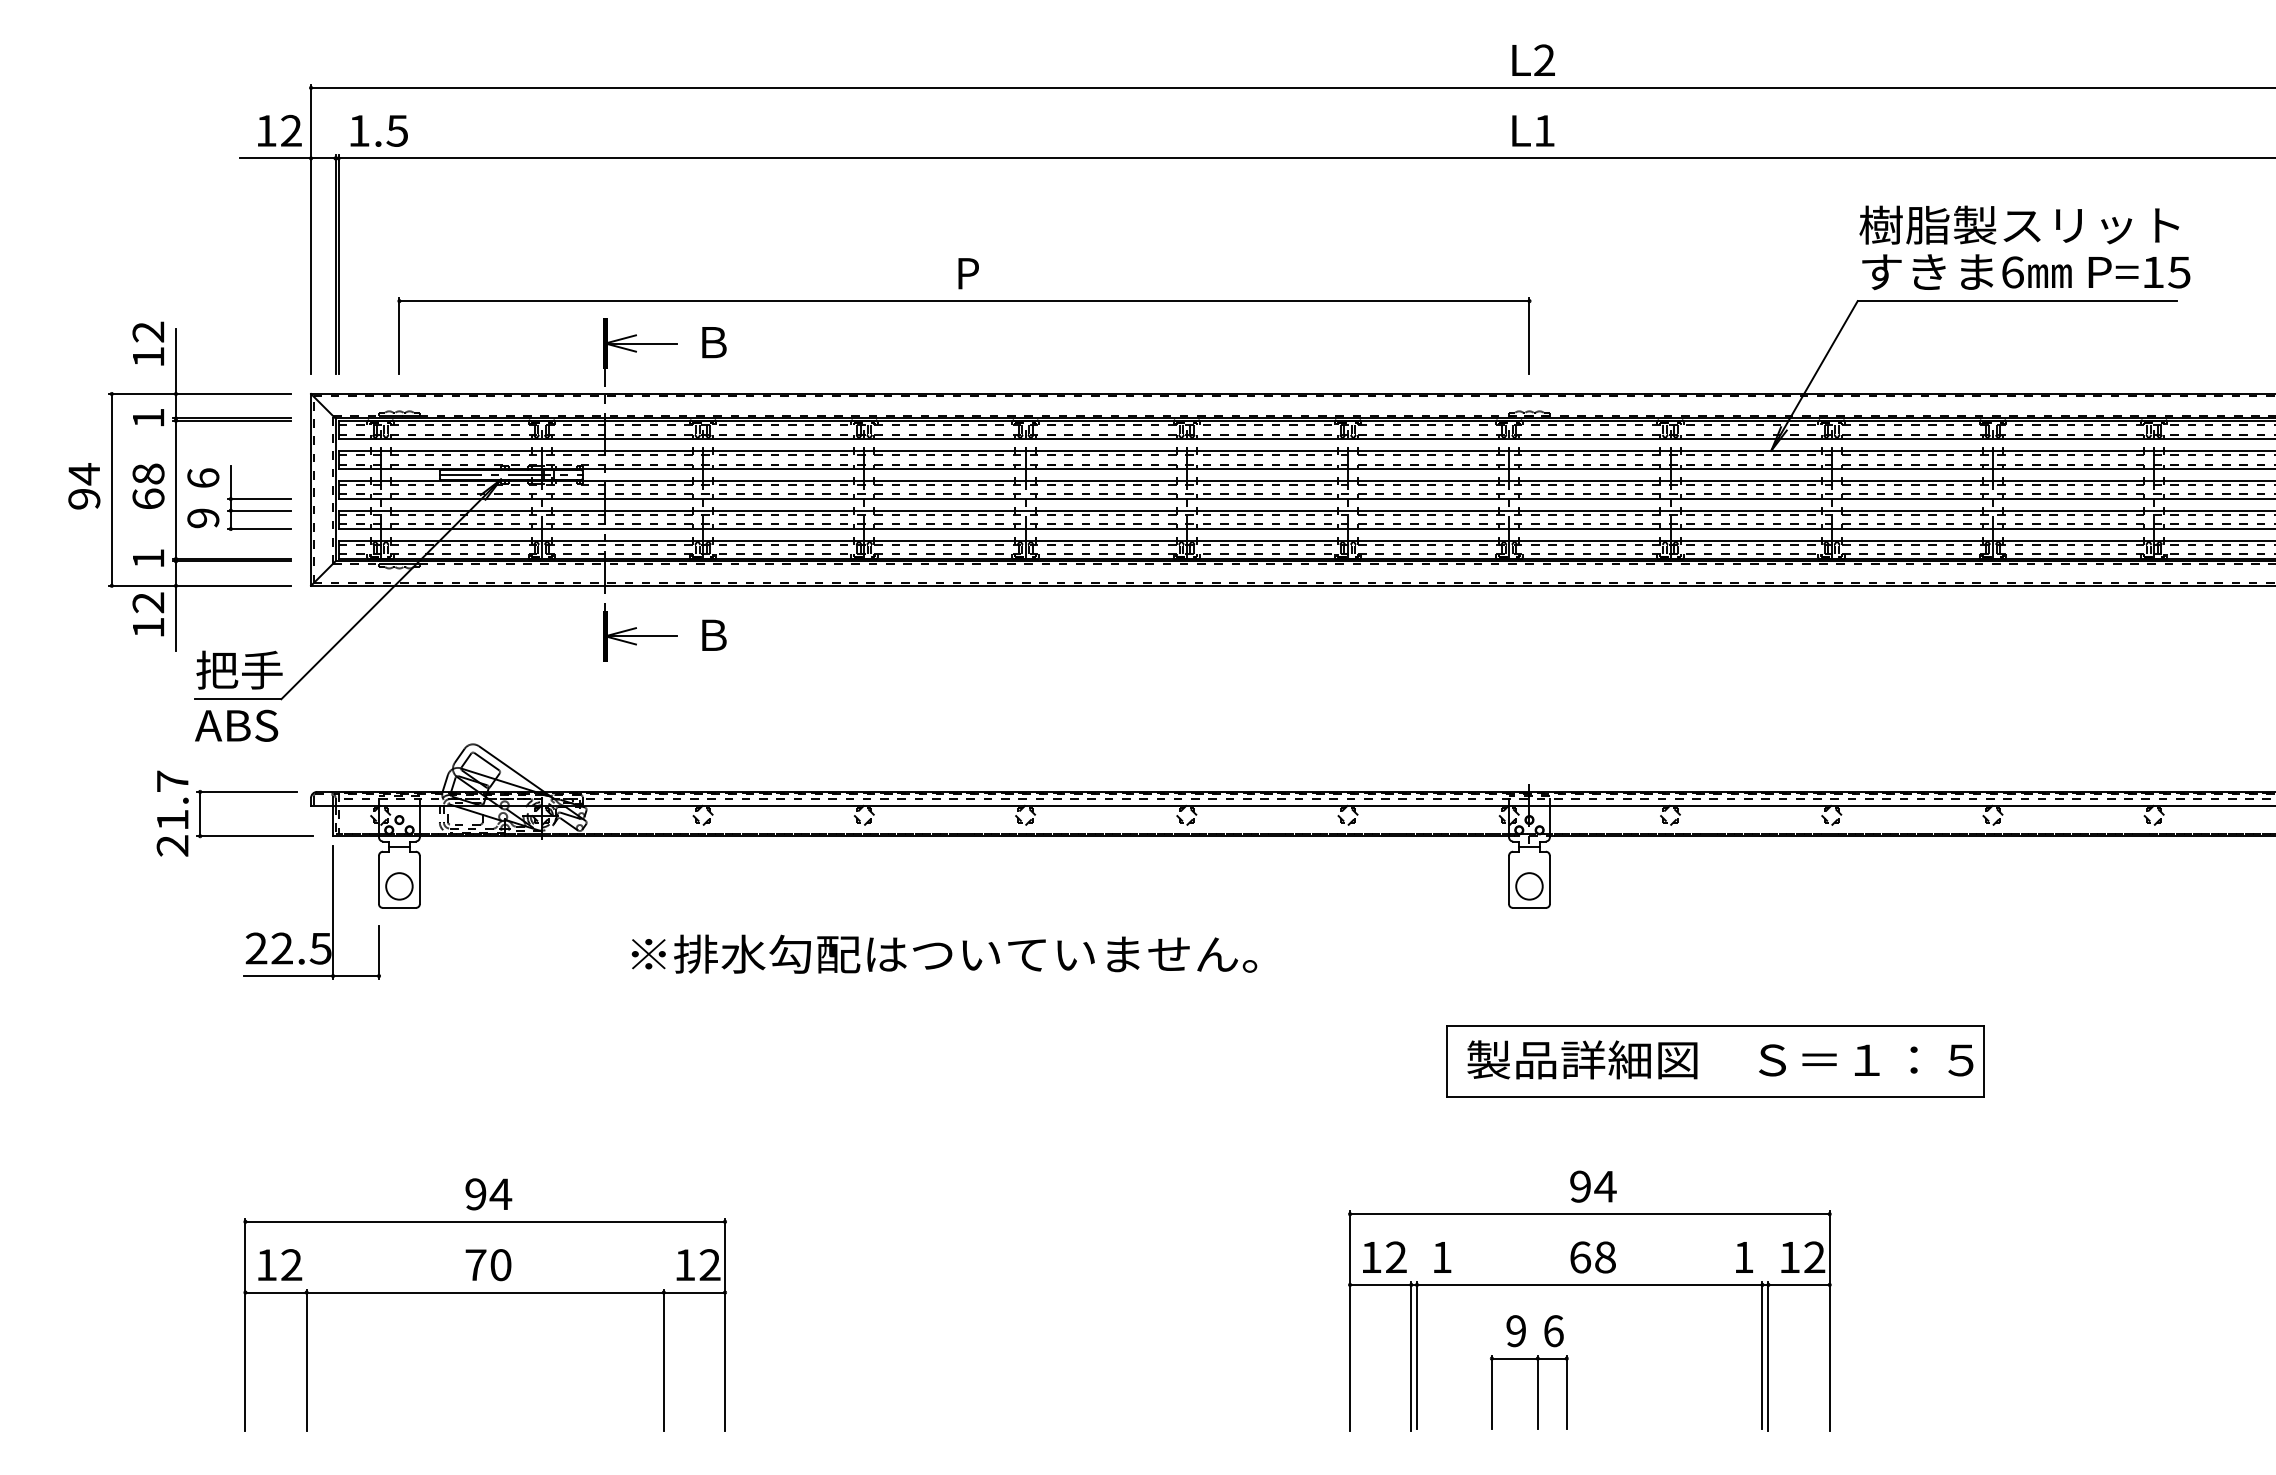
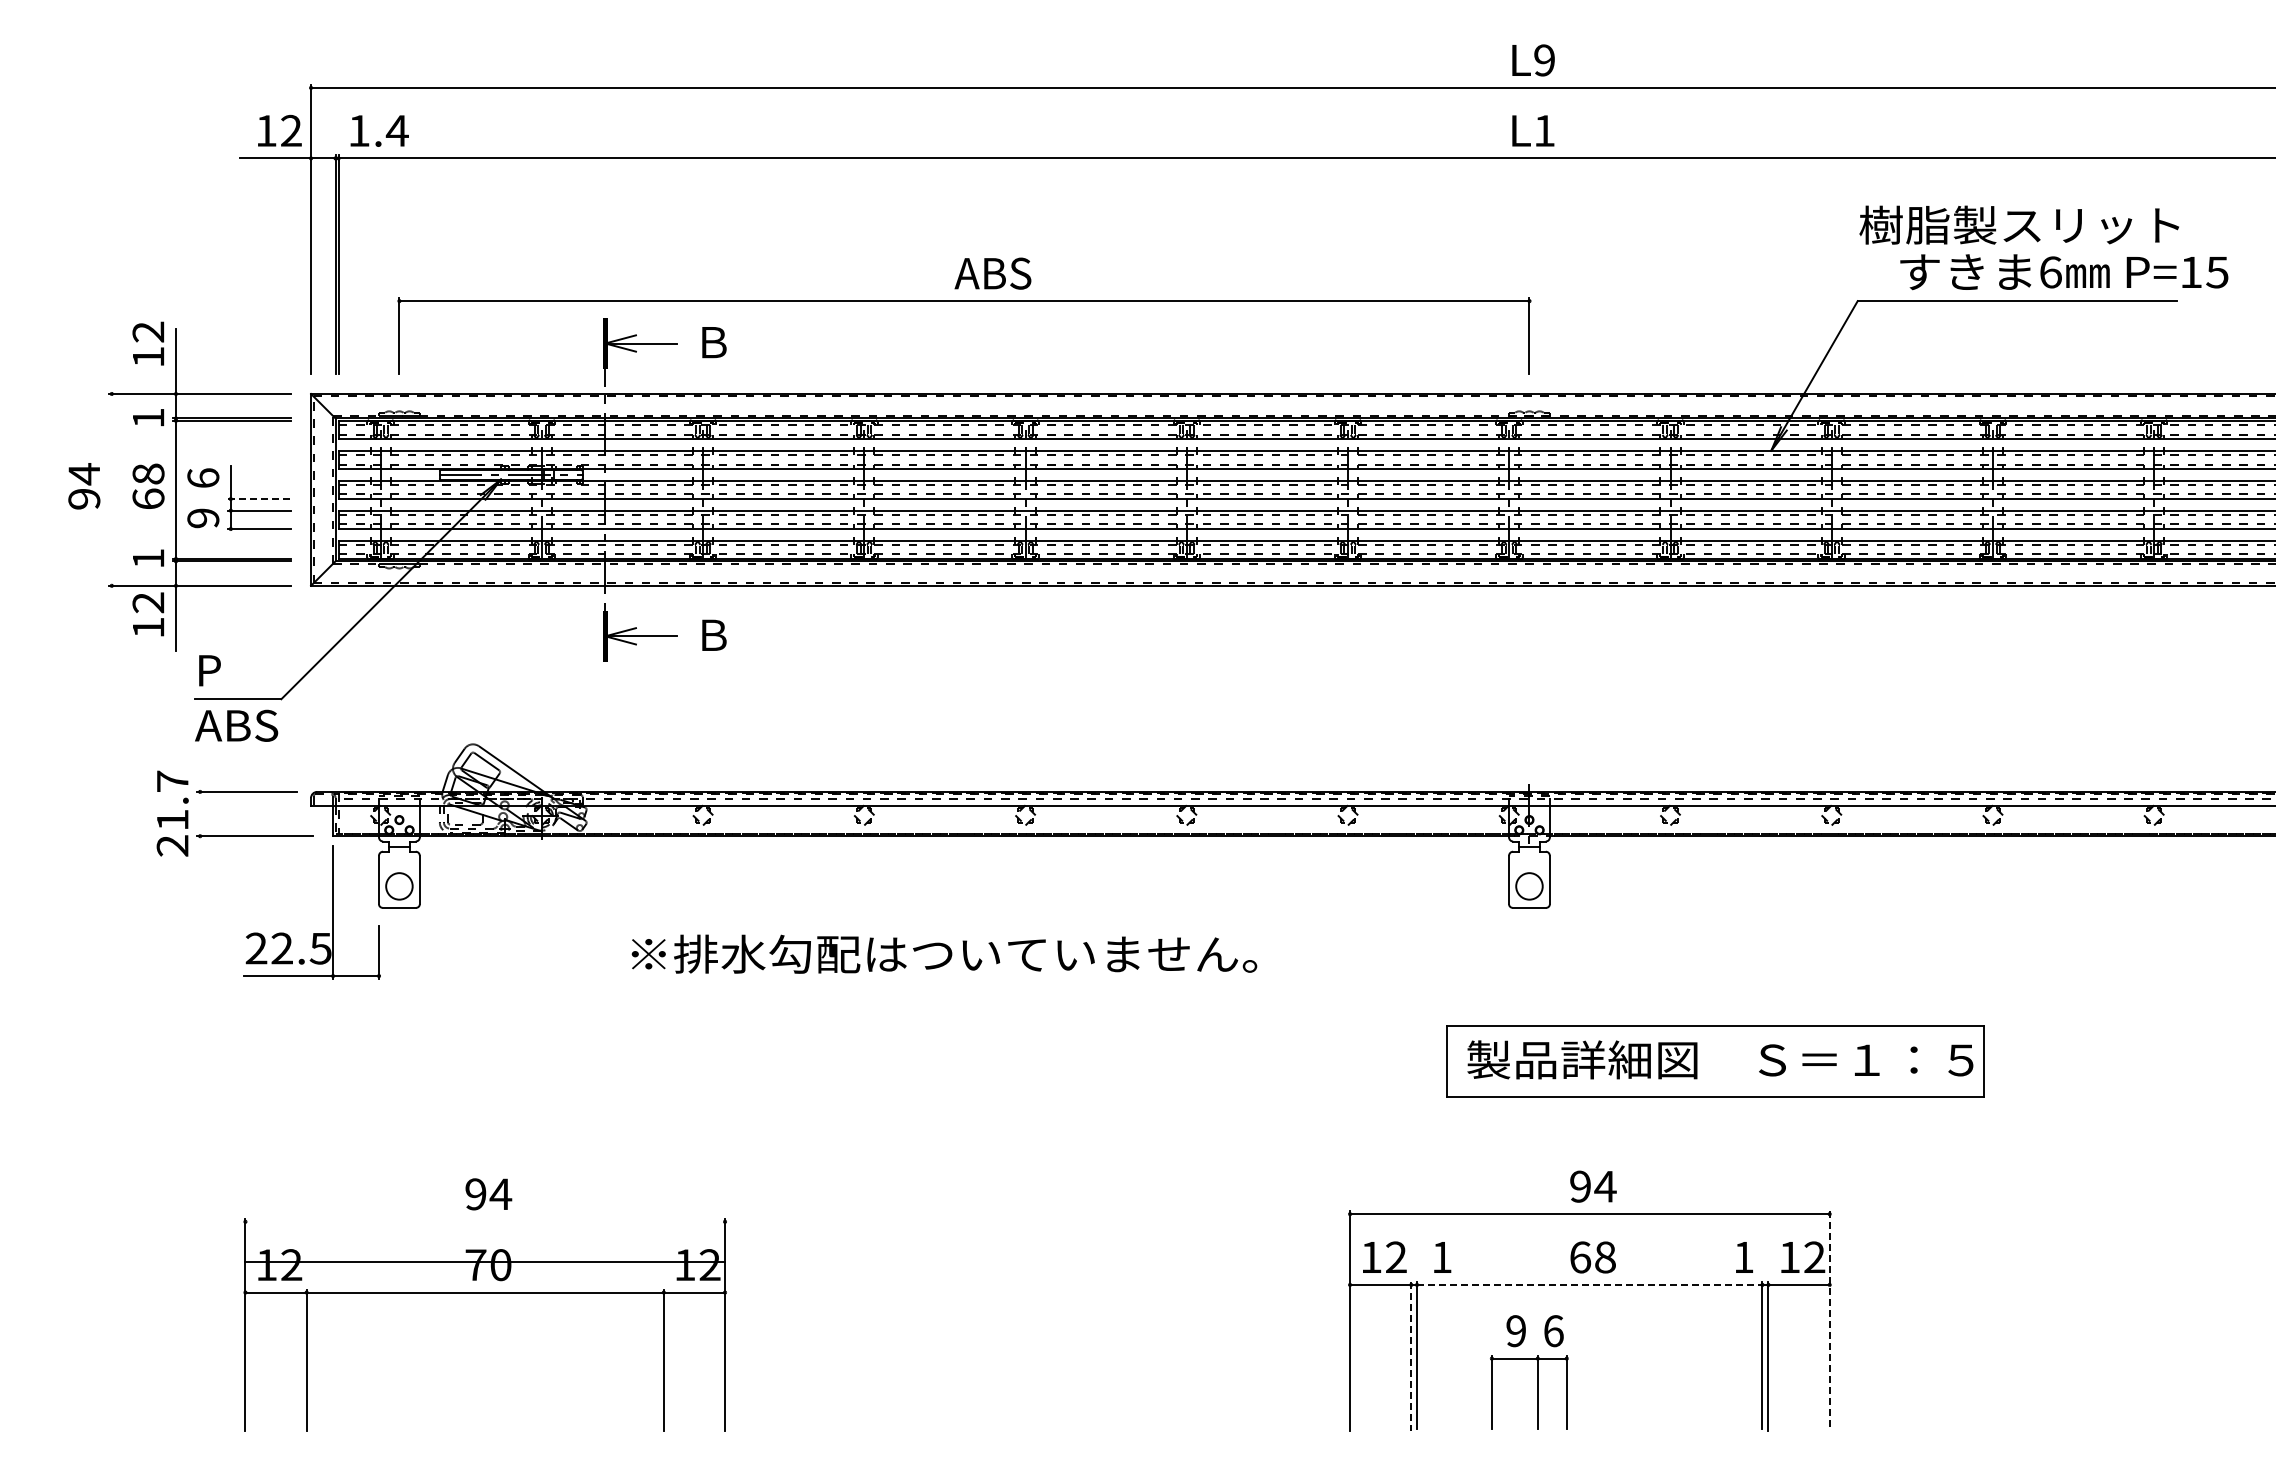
text at (1544, 60): L2 -> L9
text at (396, 130): 1.5 -> 1.4
text at (2026, 272) position: (2026, 272) -> (2064, 272)
text at (992, 273): P -> ABS
line at (111, 489): present -> none
line at (259, 499): solid -> dashed
text at (239, 669): 把手 -> P
line at (200, 813): present -> none
line at (485, 1221) position: (485, 1221) -> (485, 1261)
line at (1589, 1284): solid -> dashed
line at (1829, 1320): solid -> dashed
line at (1411, 1356): solid -> dashed
